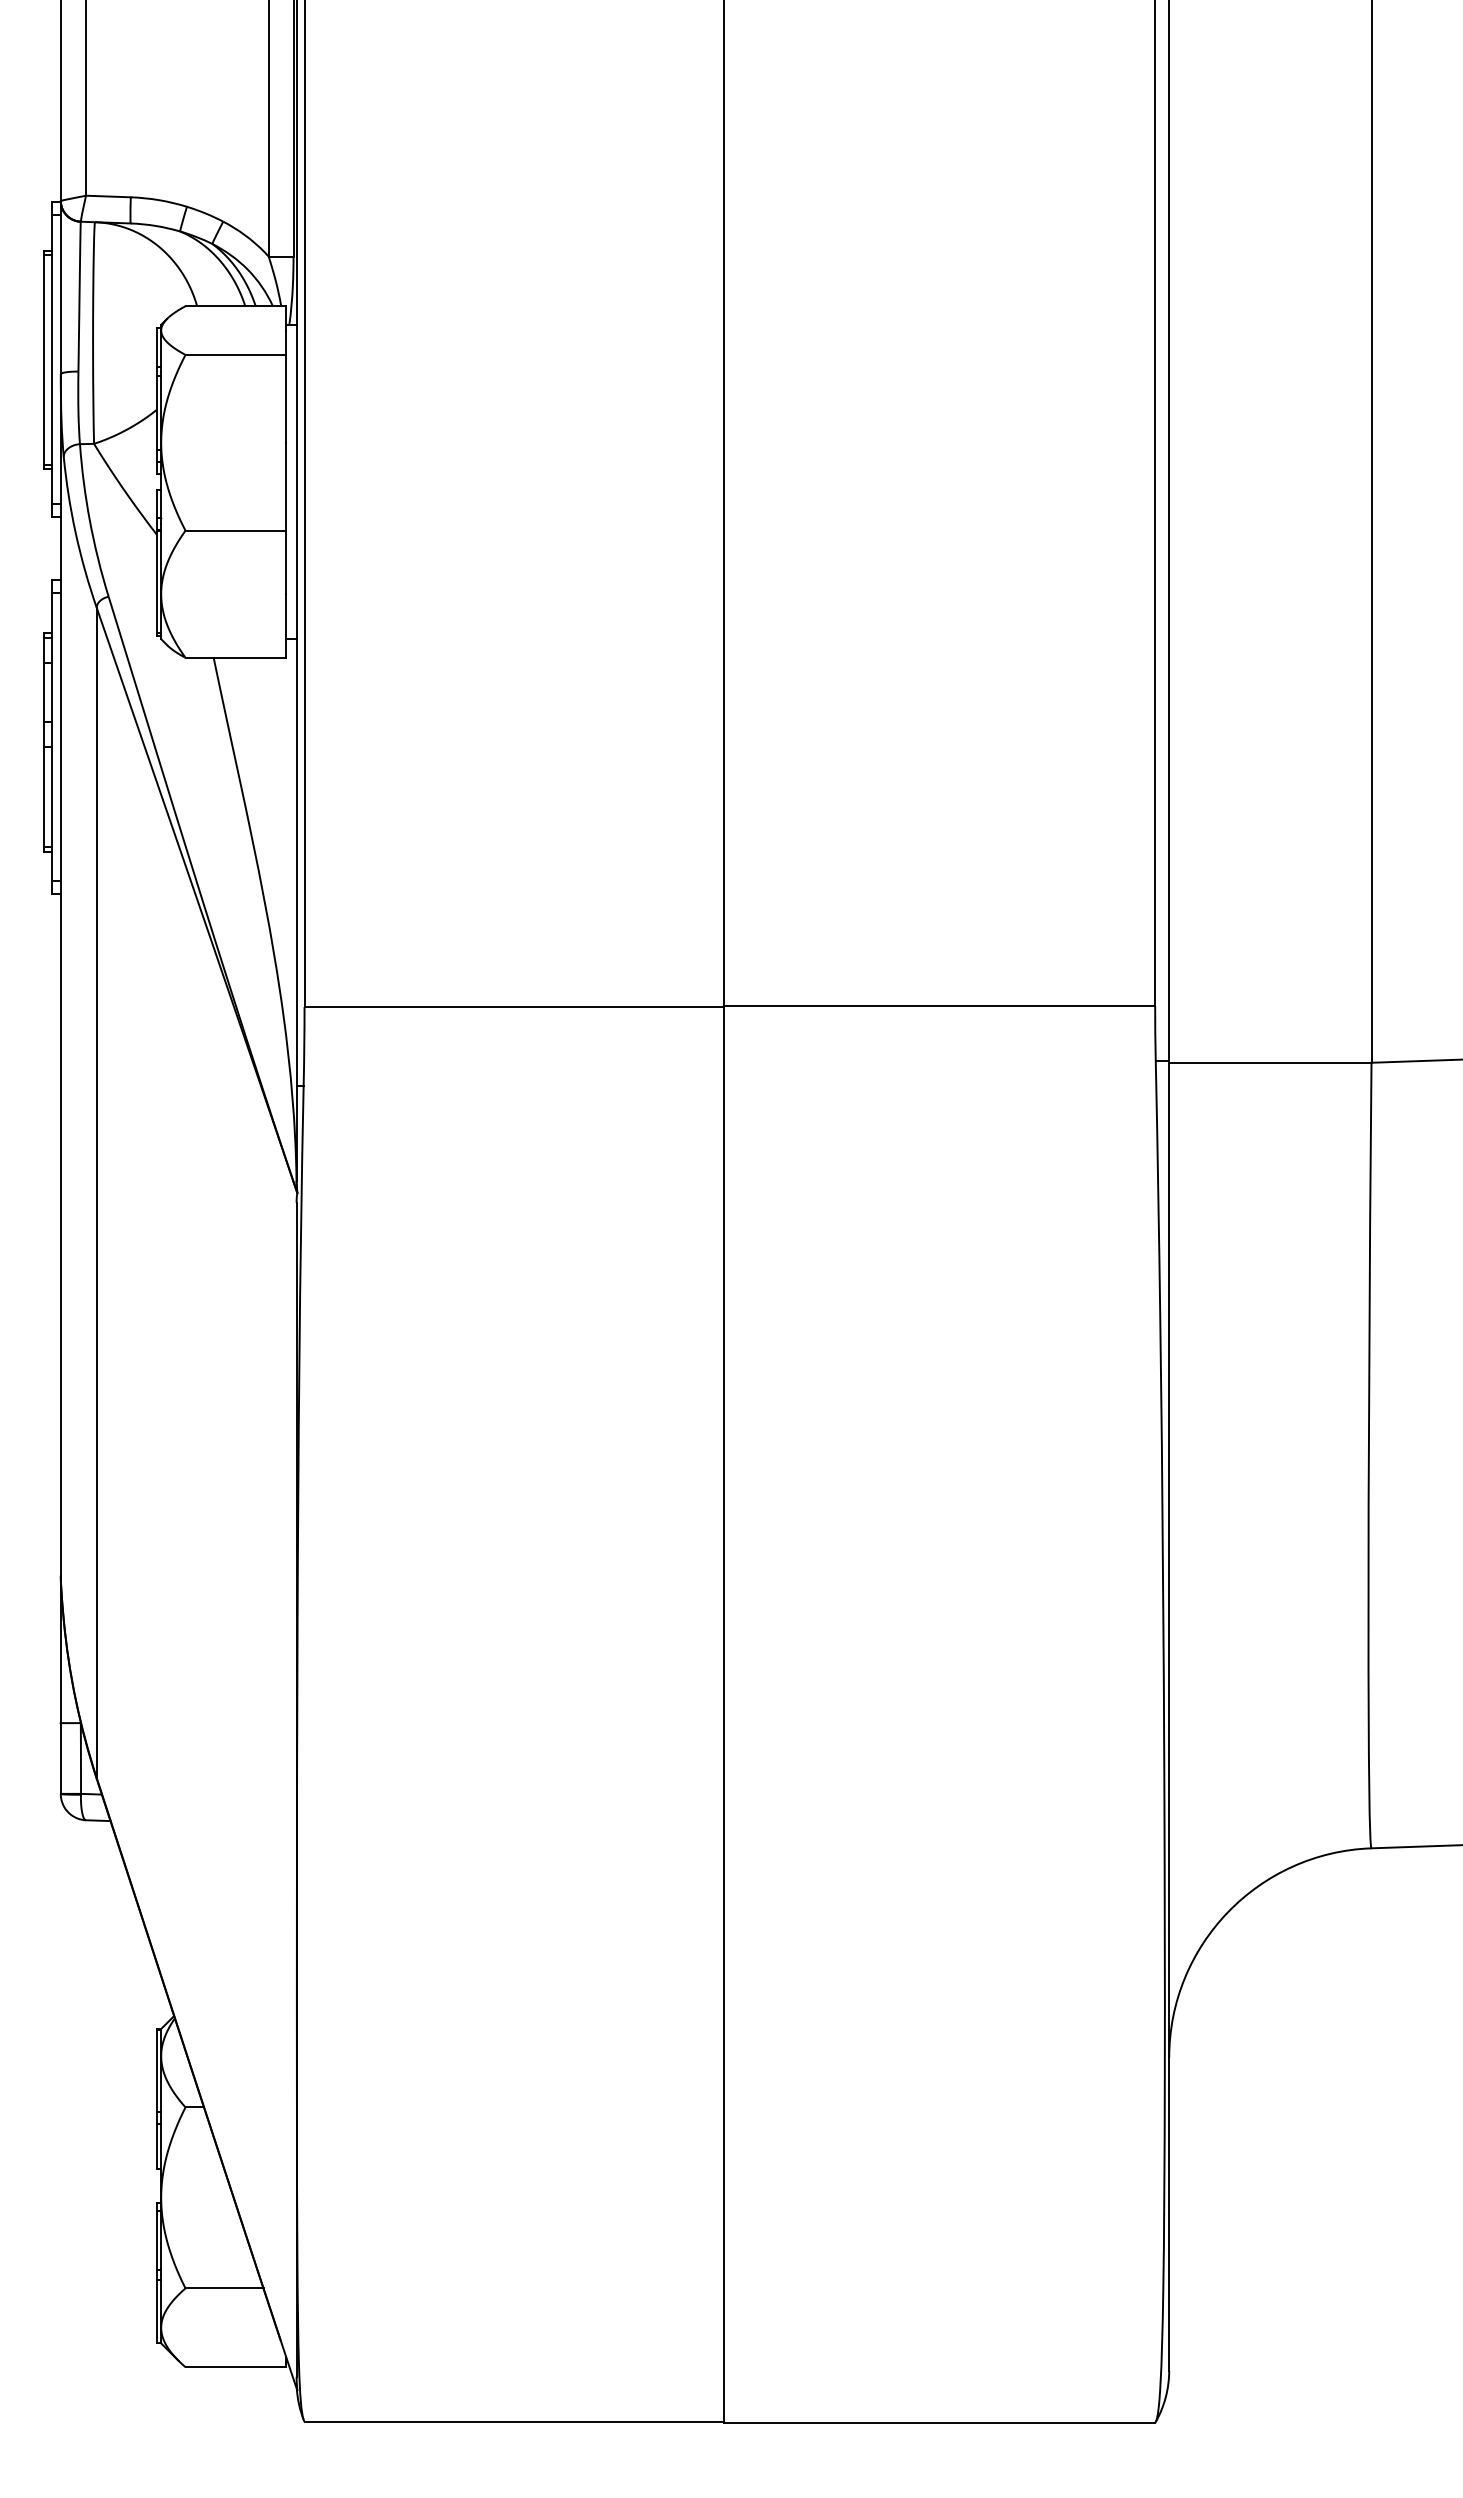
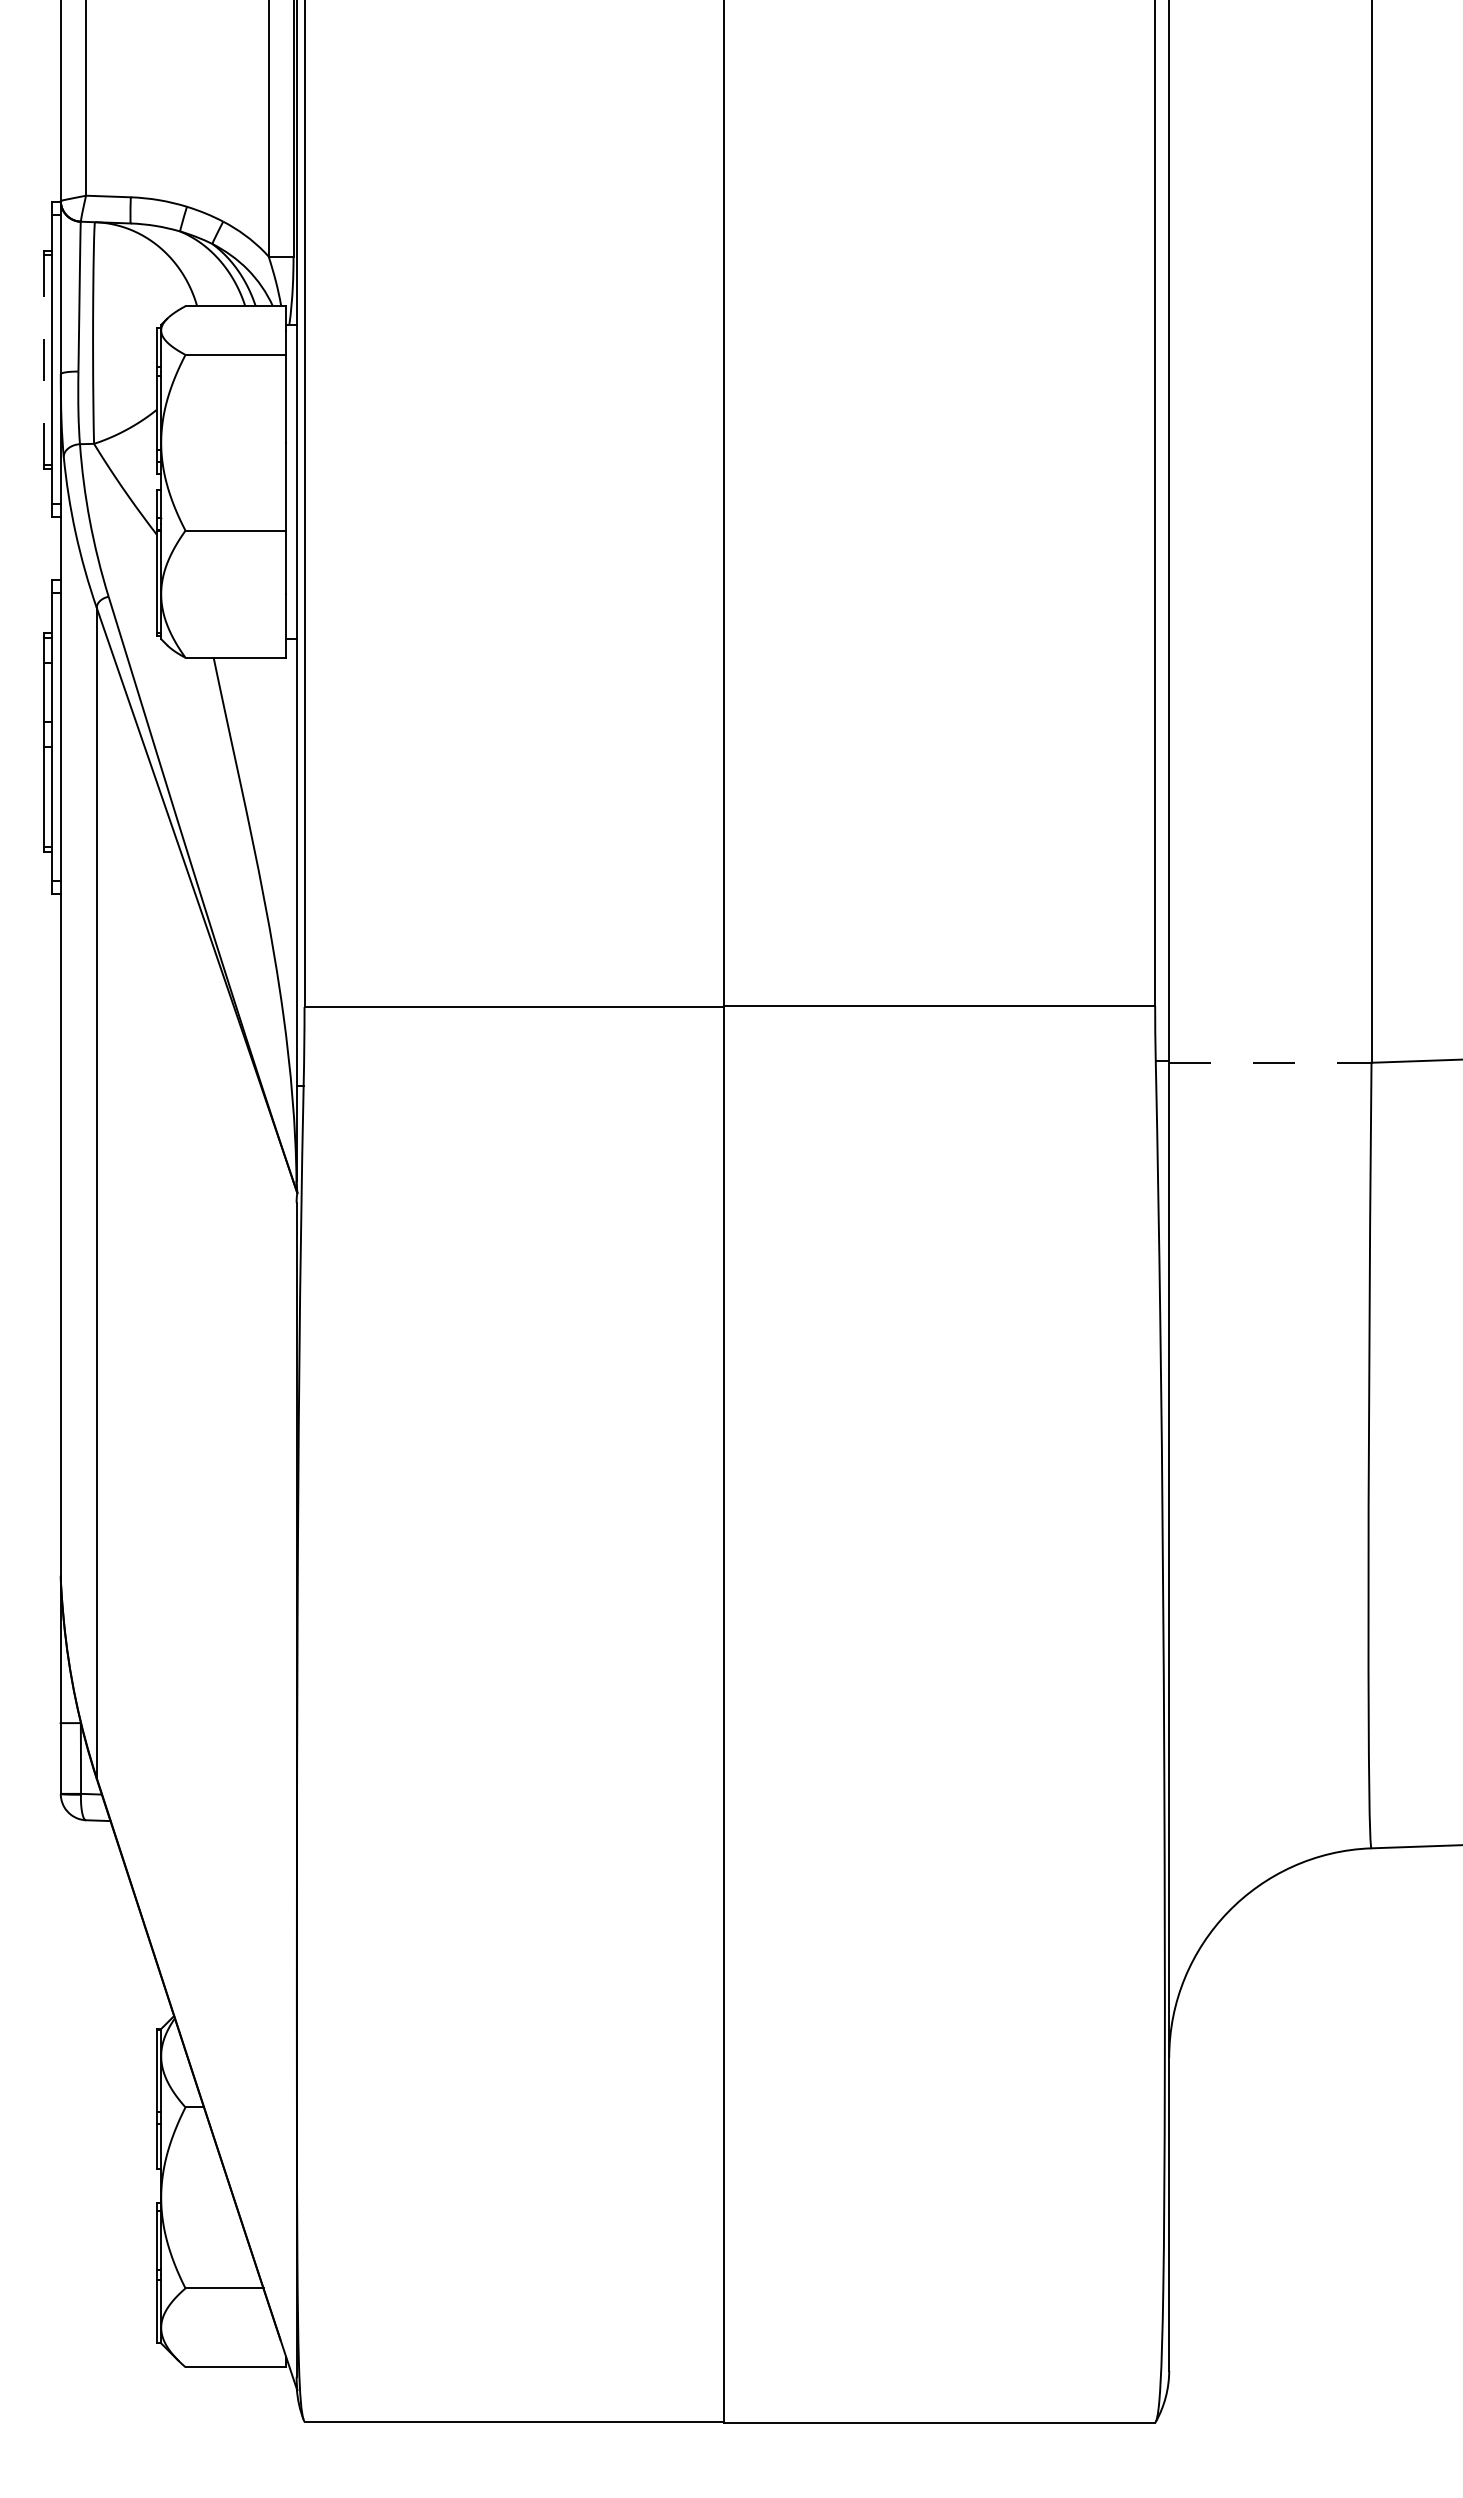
line at (44, 359): solid -> dashed
line at (1270, 1062): solid -> dashed
